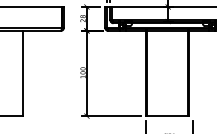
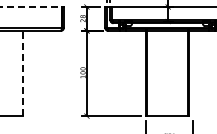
line at (31, 7): solid -> dashed
line at (23, 73): solid -> dashed
